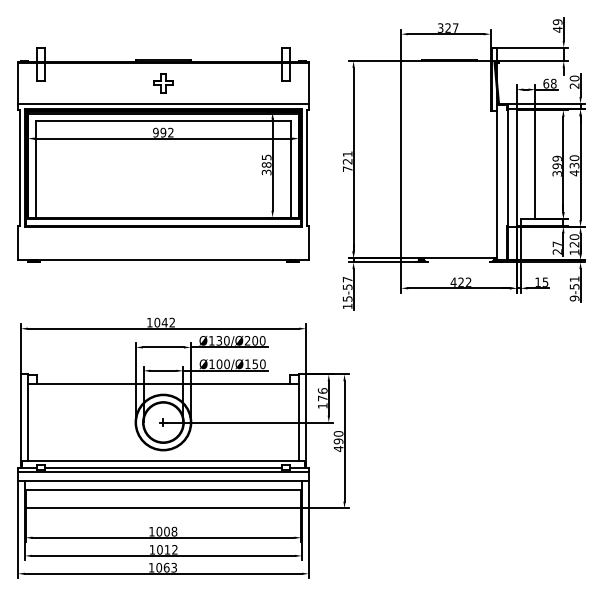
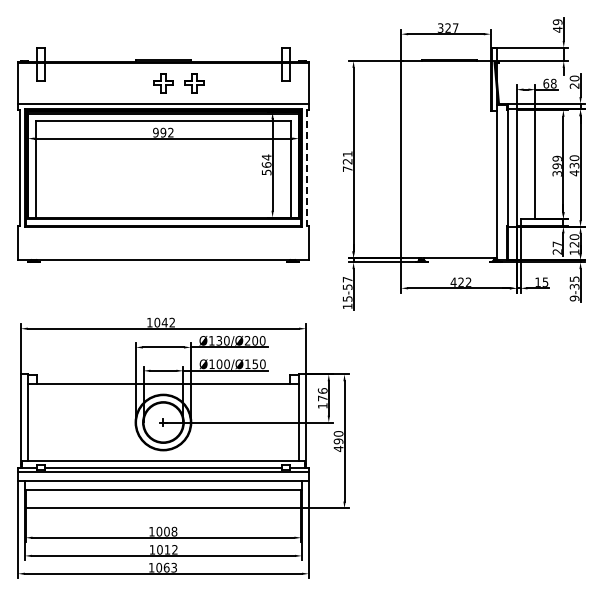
part at (194, 83): none -> present
text at (266, 164): 385 -> 564
line at (306, 168): solid -> dashed
text at (574, 282): 9-51 -> 9-35
